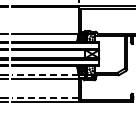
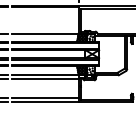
line at (45, 74): dashed -> solid
line at (45, 97): dashed -> solid
